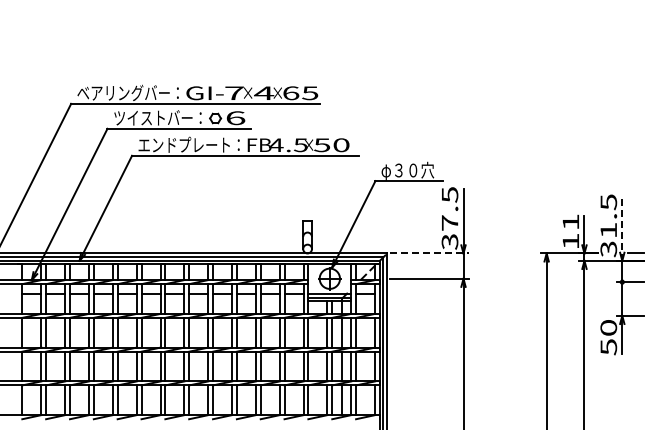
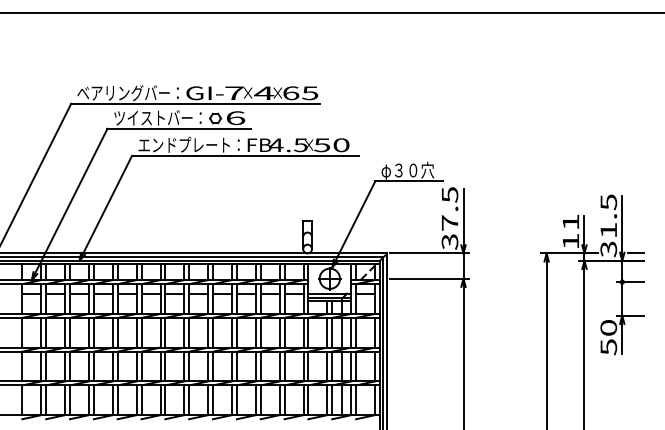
line at (331, 12): none -> present
line at (622, 227): dashed -> solid
line at (429, 253): dashed -> solid
